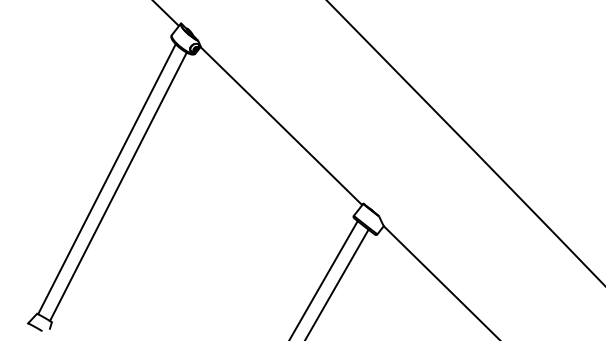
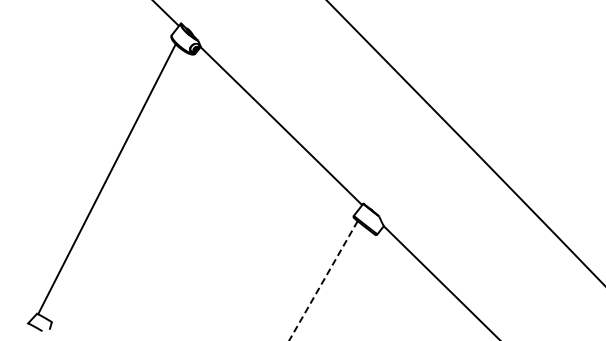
line at (118, 186): present -> none
line at (323, 280): solid -> dashed
line at (337, 283): present -> none
